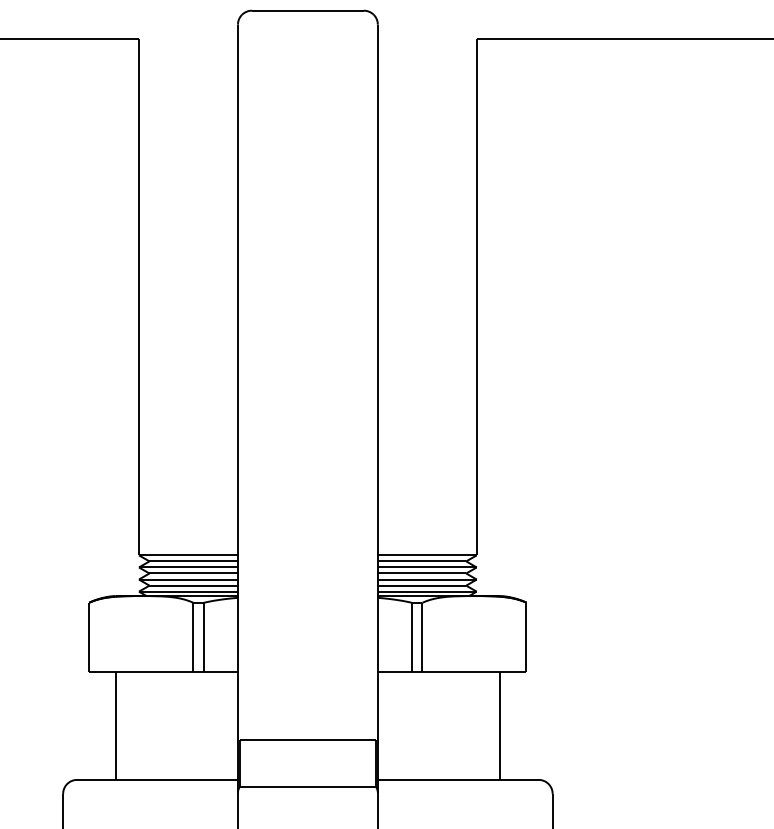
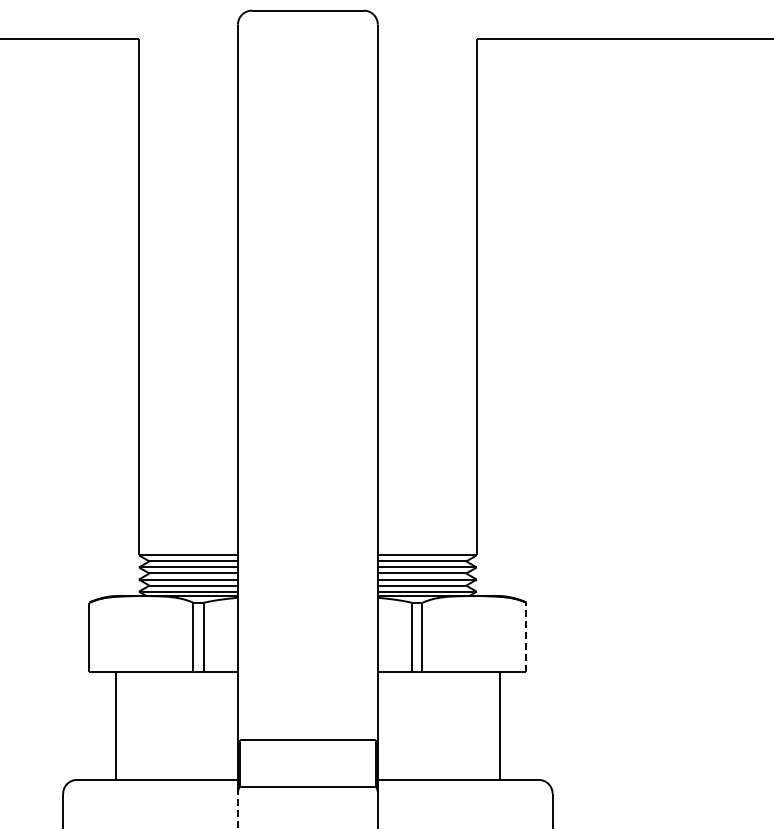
line at (526, 636): solid -> dashed
line at (237, 810): solid -> dashed
